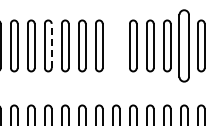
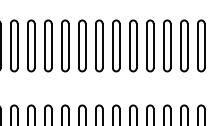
line at (51, 45): dashed -> solid
part at (116, 45): none -> present
part at (183, 45) size: 12x74 px -> 9x54 px
